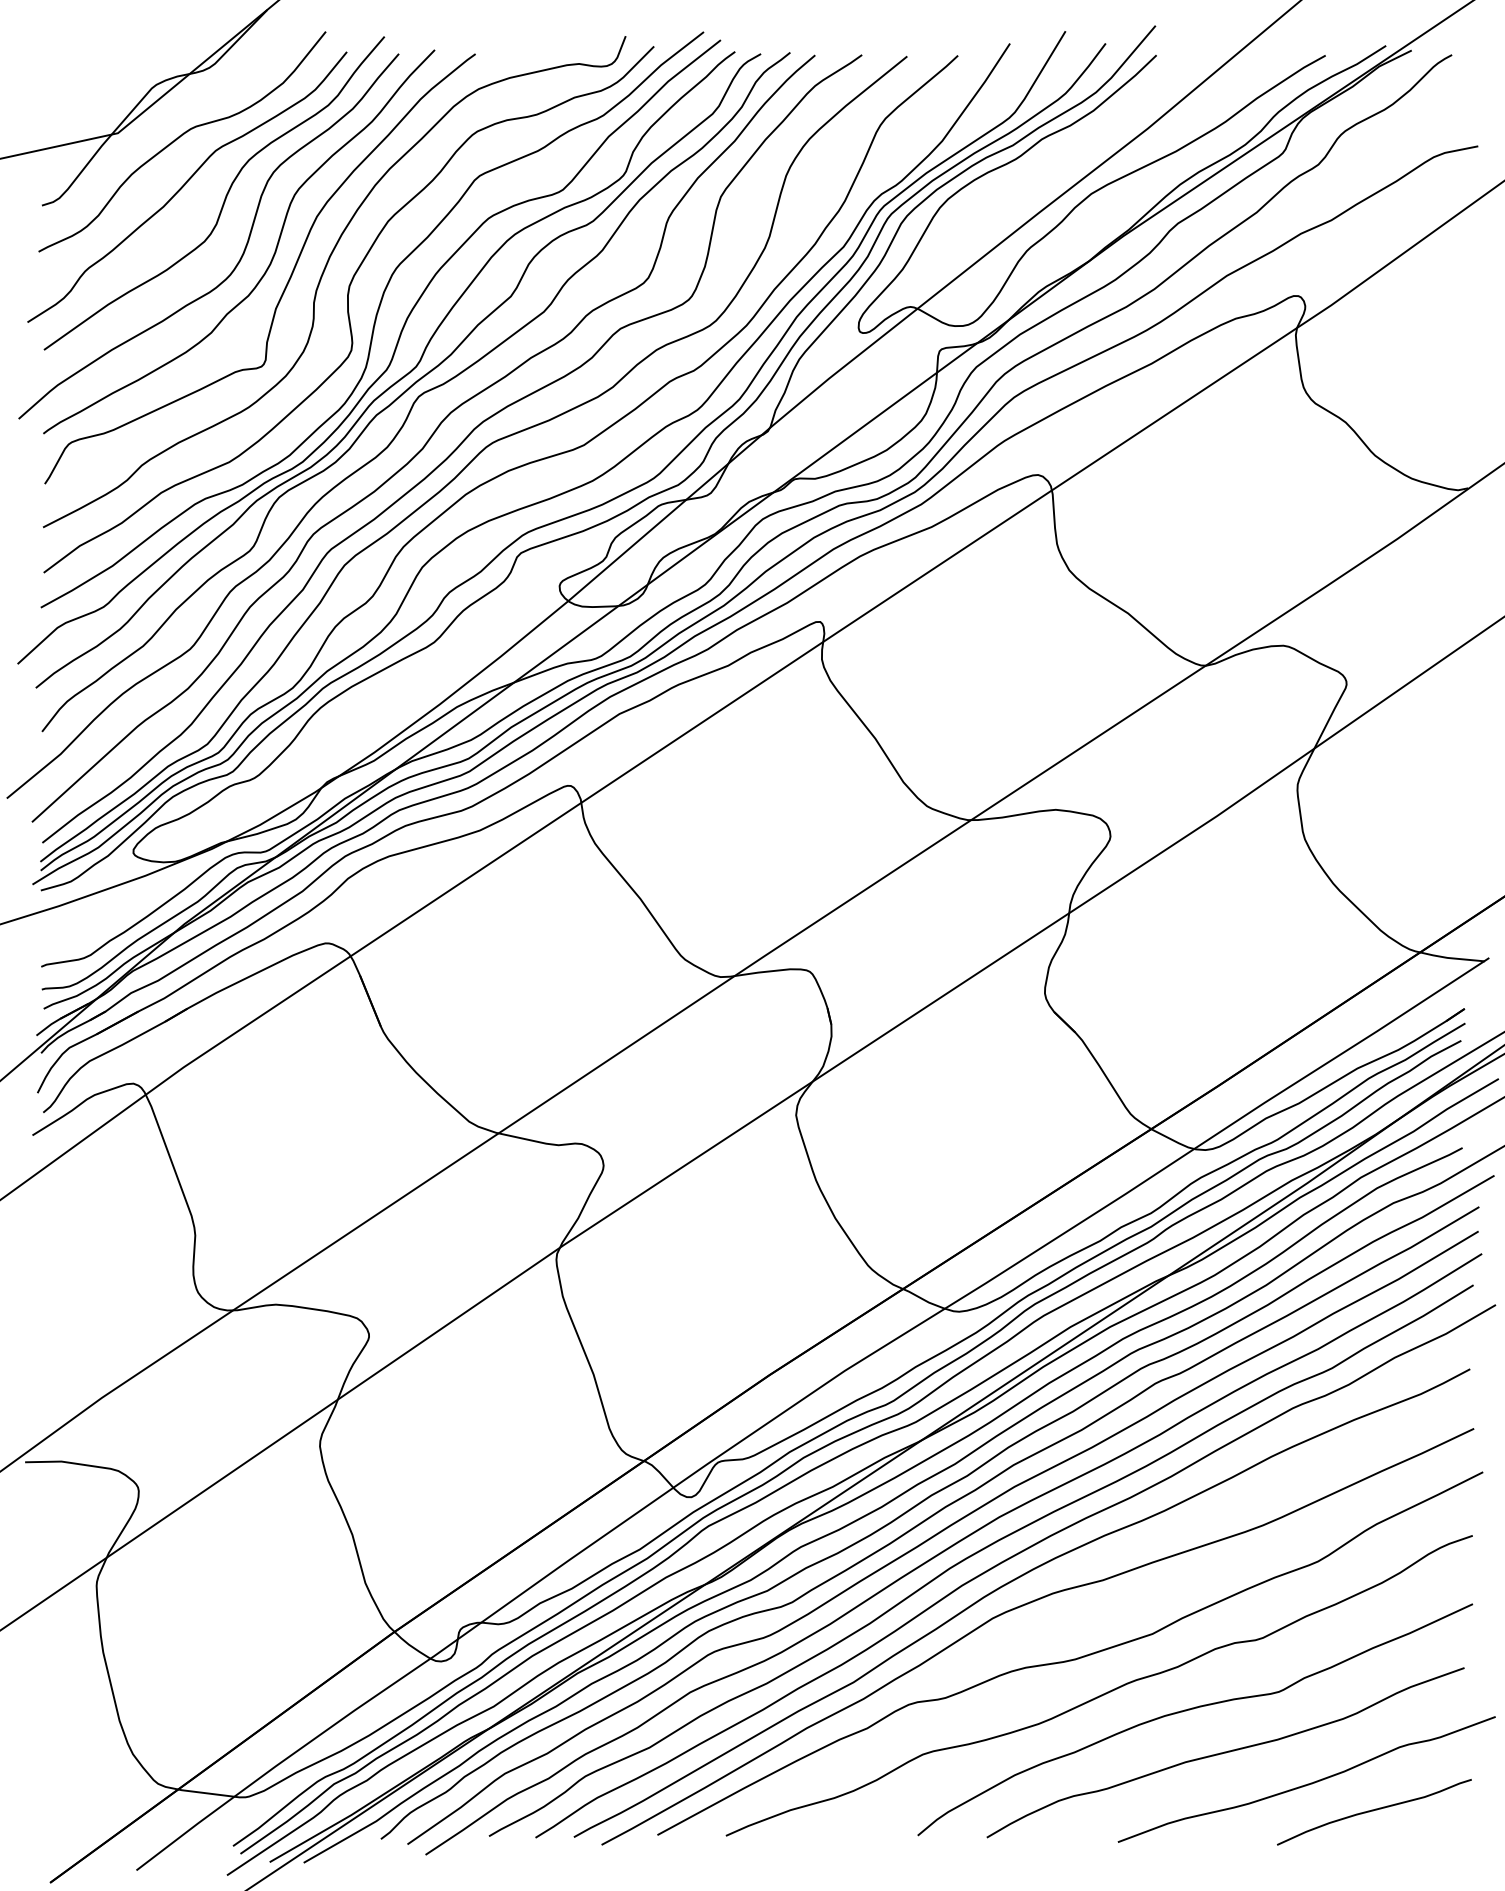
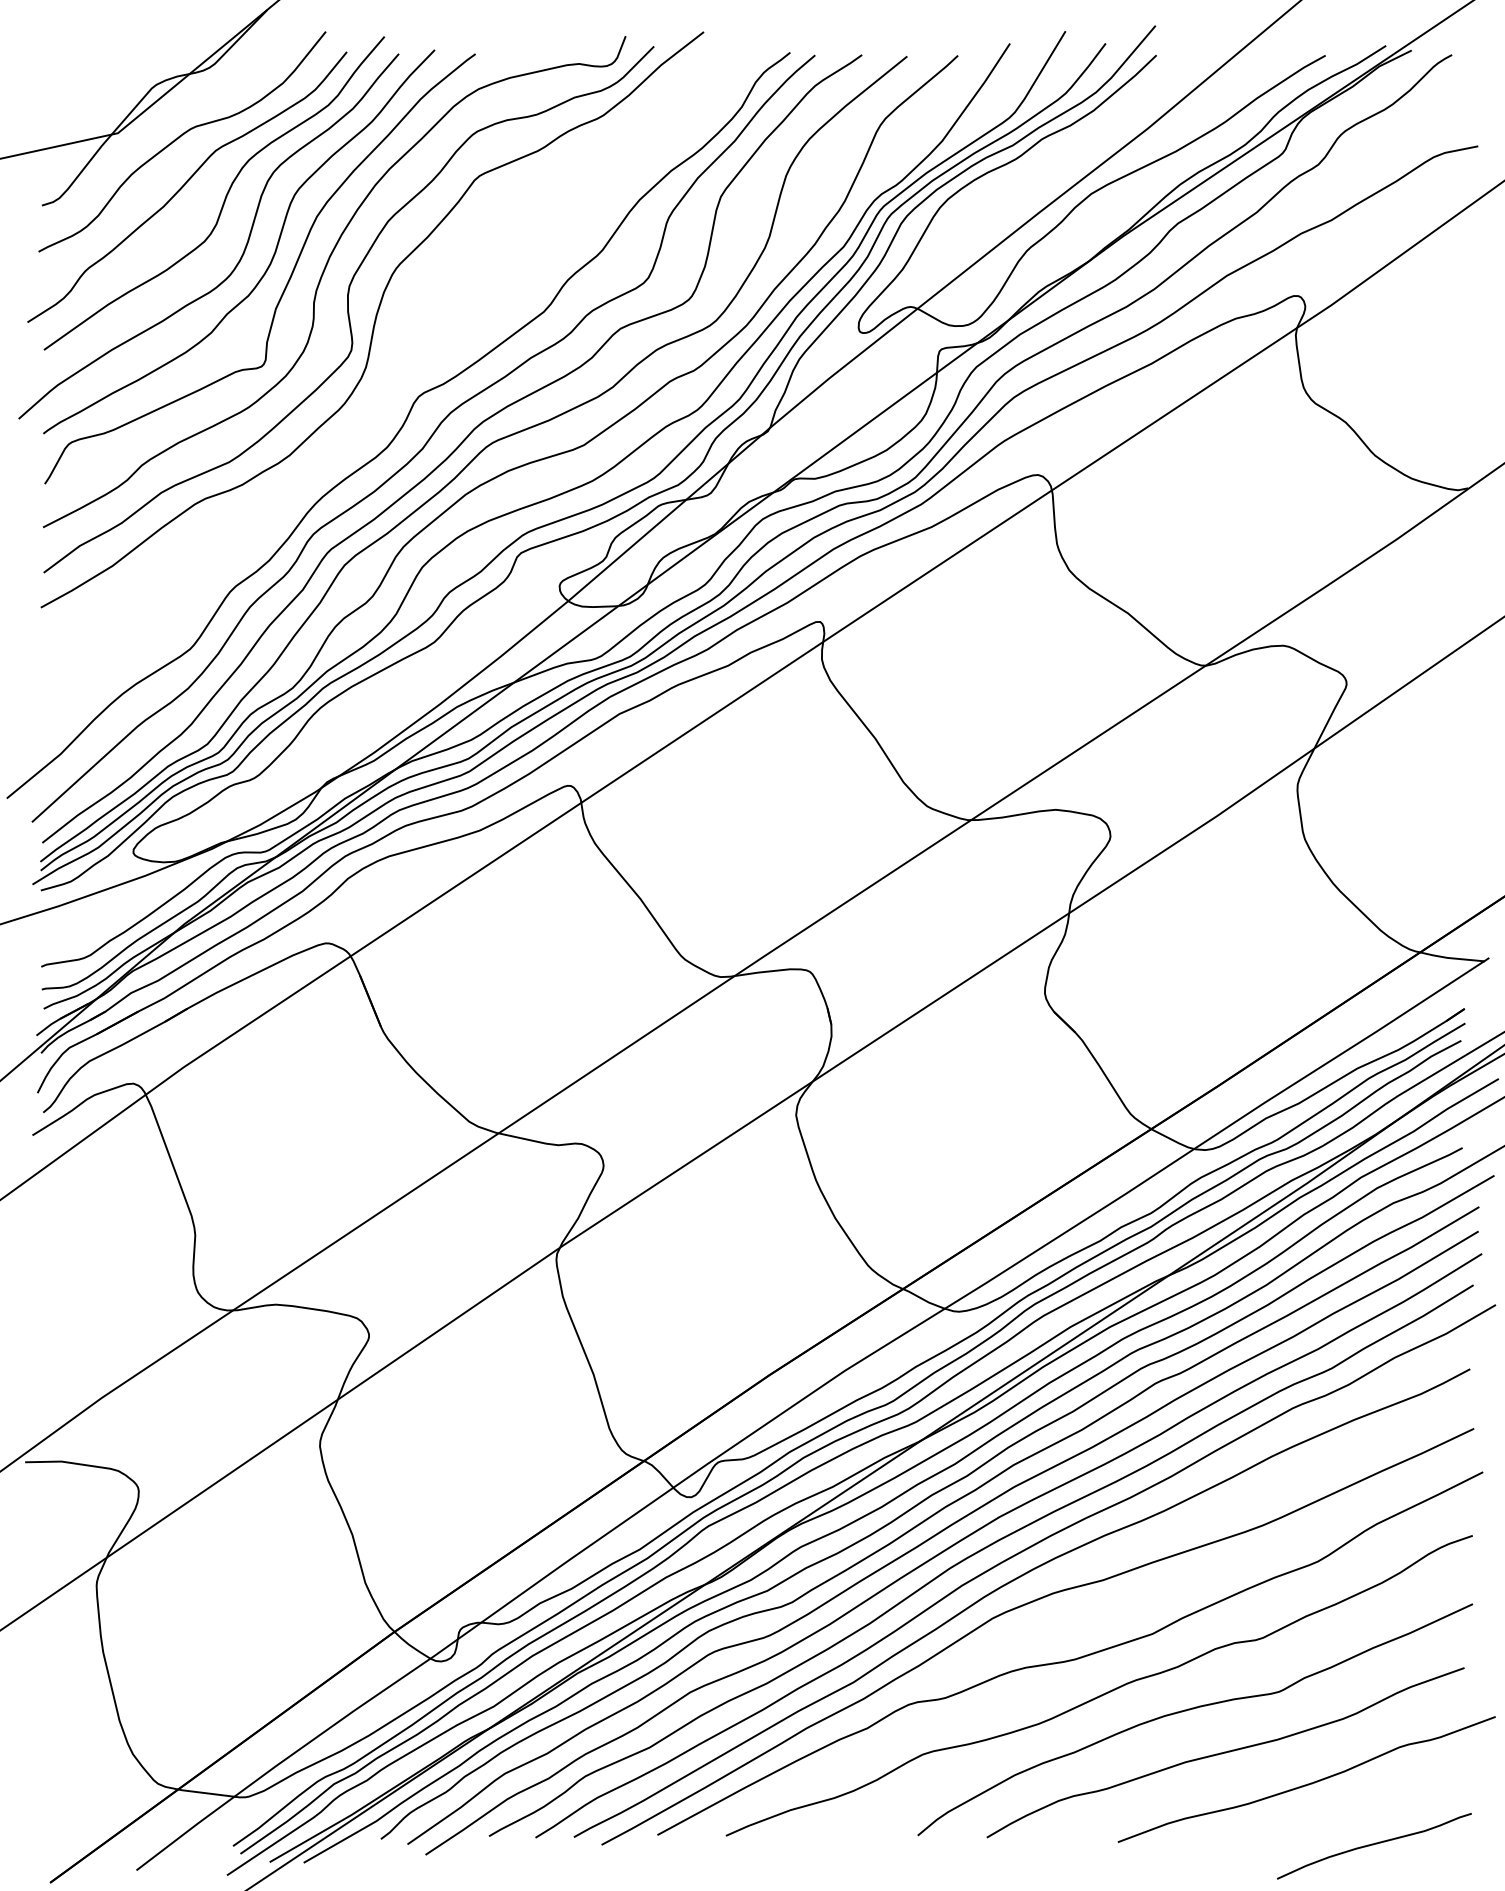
part at (389, 385): present -> none
curve at (1373, 1811) position: (1373, 1811) -> (1373, 1845)
